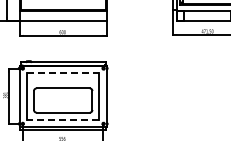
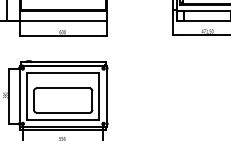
line at (63, 72): dashed -> solid
line at (62, 119): dashed -> solid
